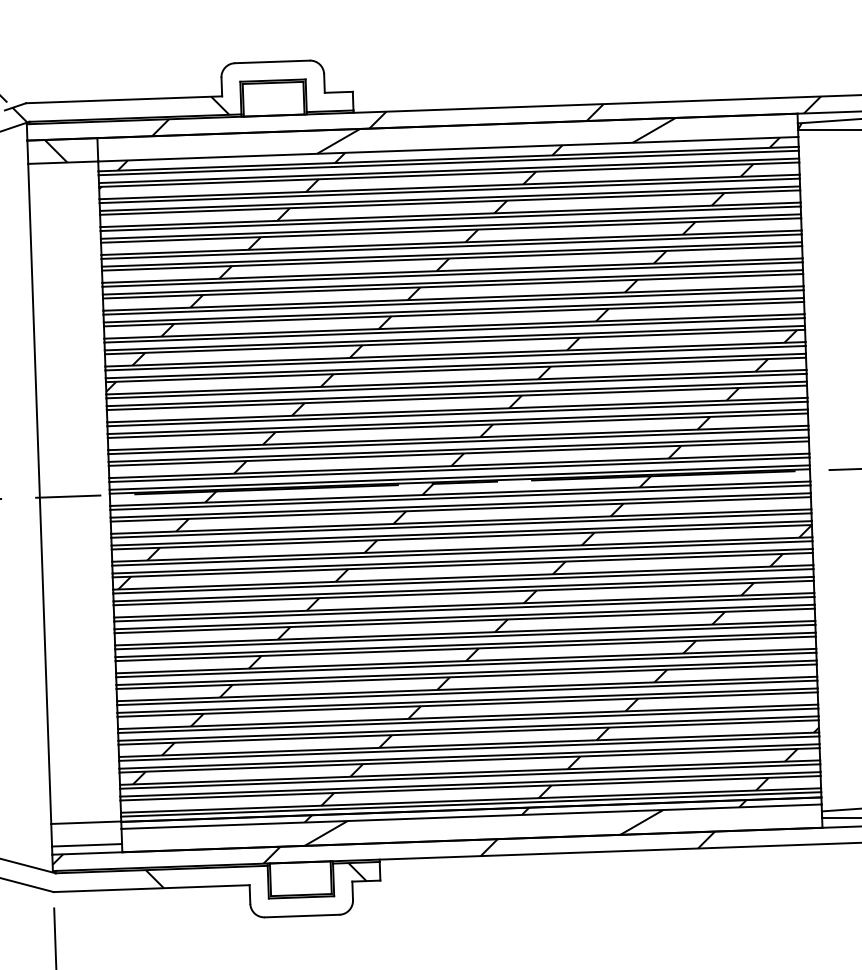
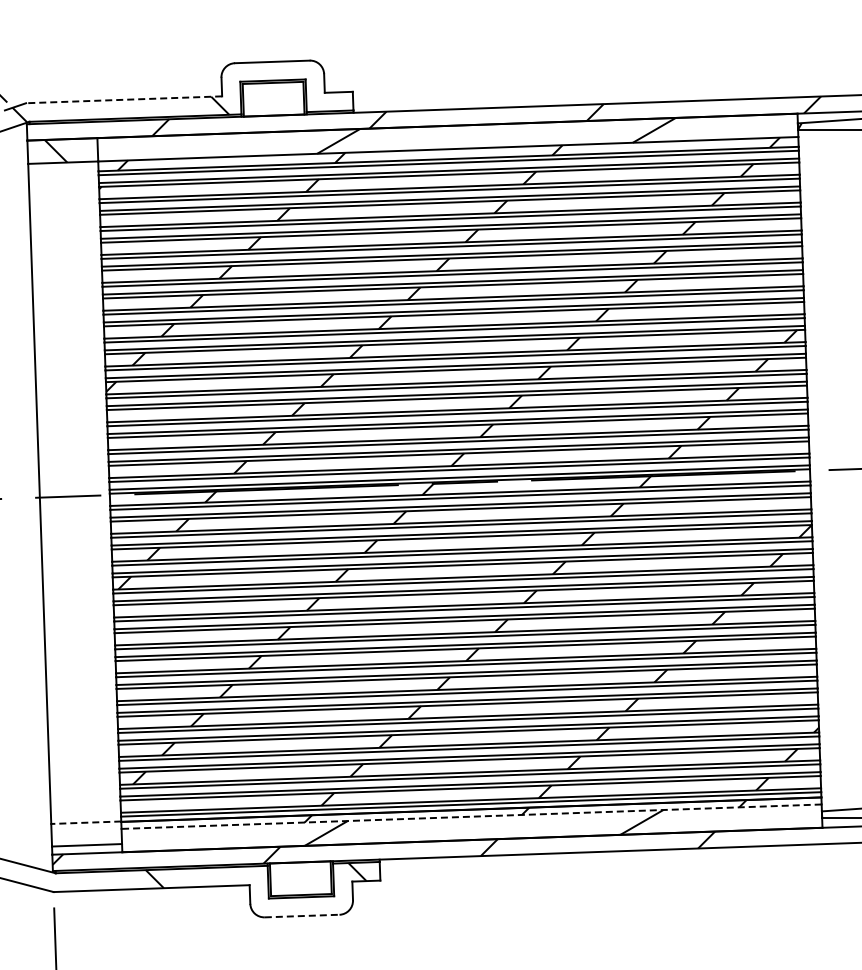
line at (123, 99): solid -> dashed
line at (471, 816): solid -> dashed
line at (85, 822): solid -> dashed
line at (302, 916): solid -> dashed
